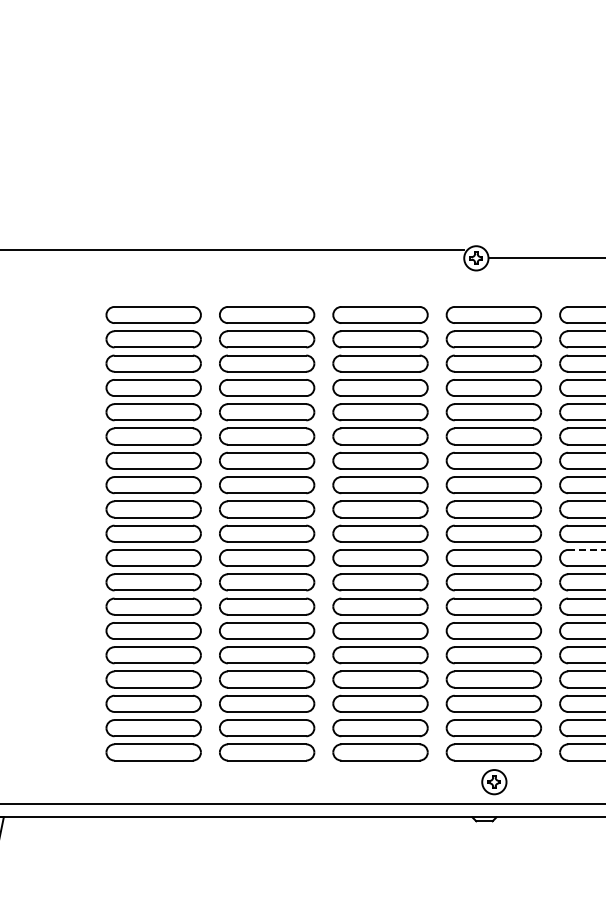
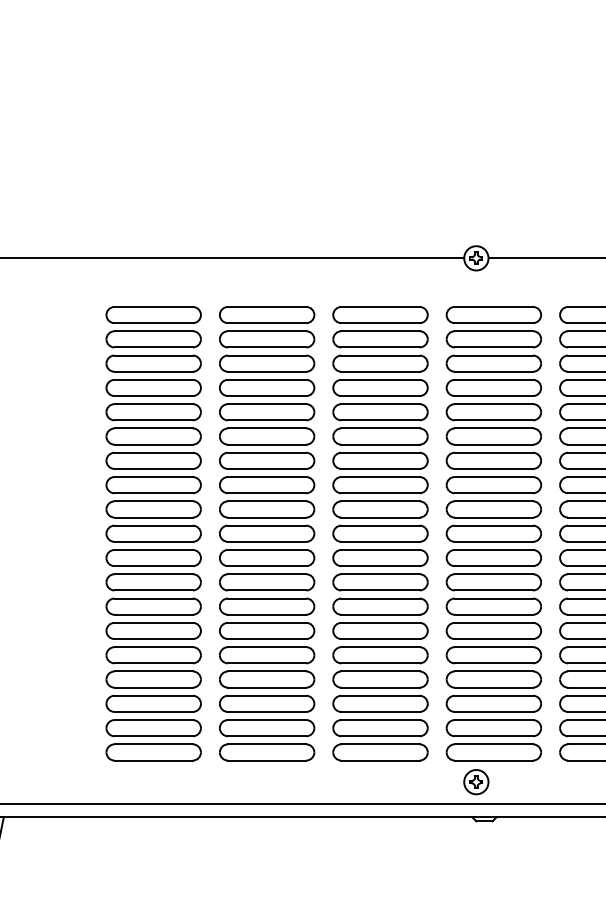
line at (233, 250) position: (233, 250) -> (233, 258)
line at (587, 549): dashed -> solid
part at (494, 782) position: (494, 782) -> (476, 782)
